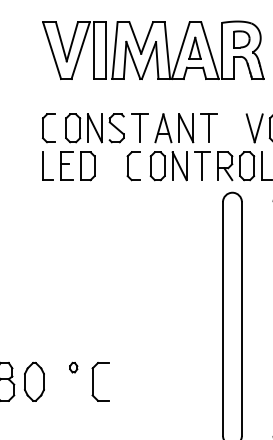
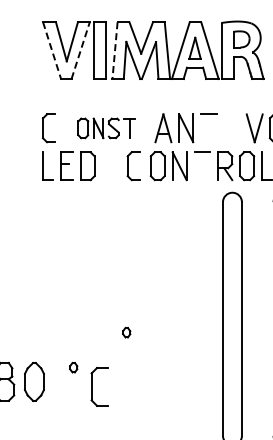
line at (52, 50): solid -> dashed
line at (80, 50): solid -> dashed
line at (115, 50): solid -> dashed
part at (106, 128) size: 84x31 px -> 59x23 px
line at (209, 128): present -> none
line at (202, 166): present -> none
part at (126, 332): none -> present
part at (93, 381) position: (93, 381) -> (92, 386)
